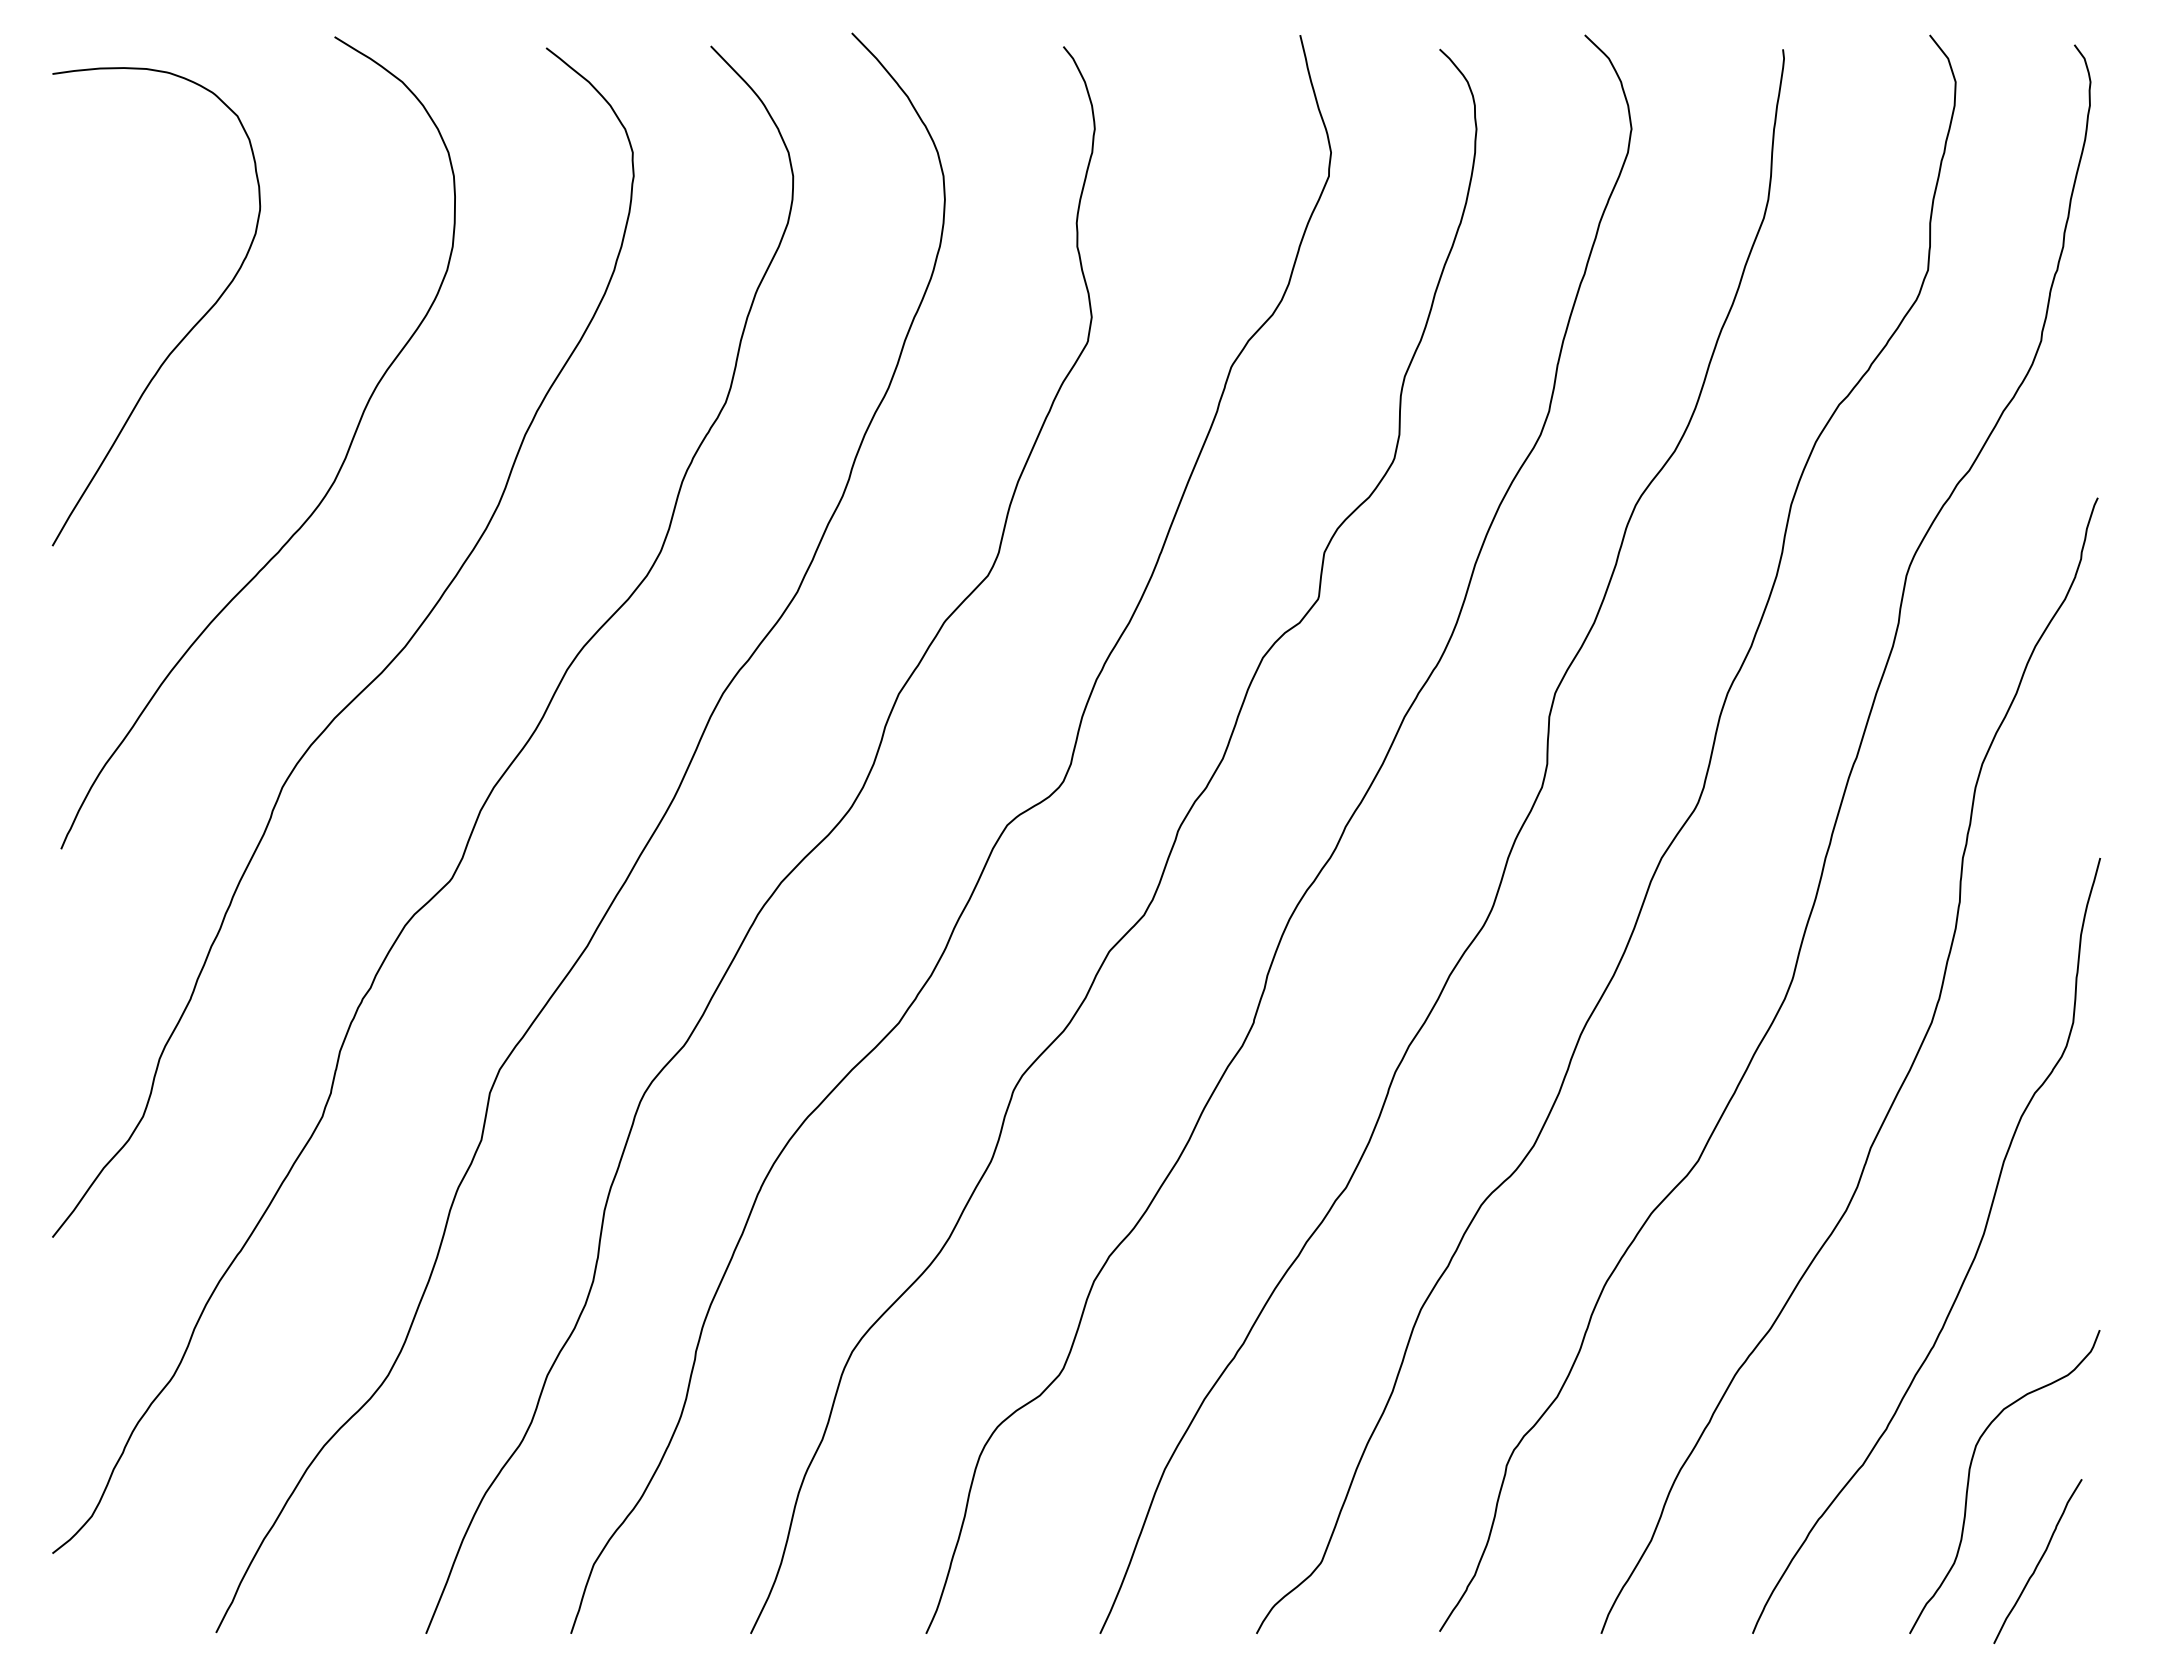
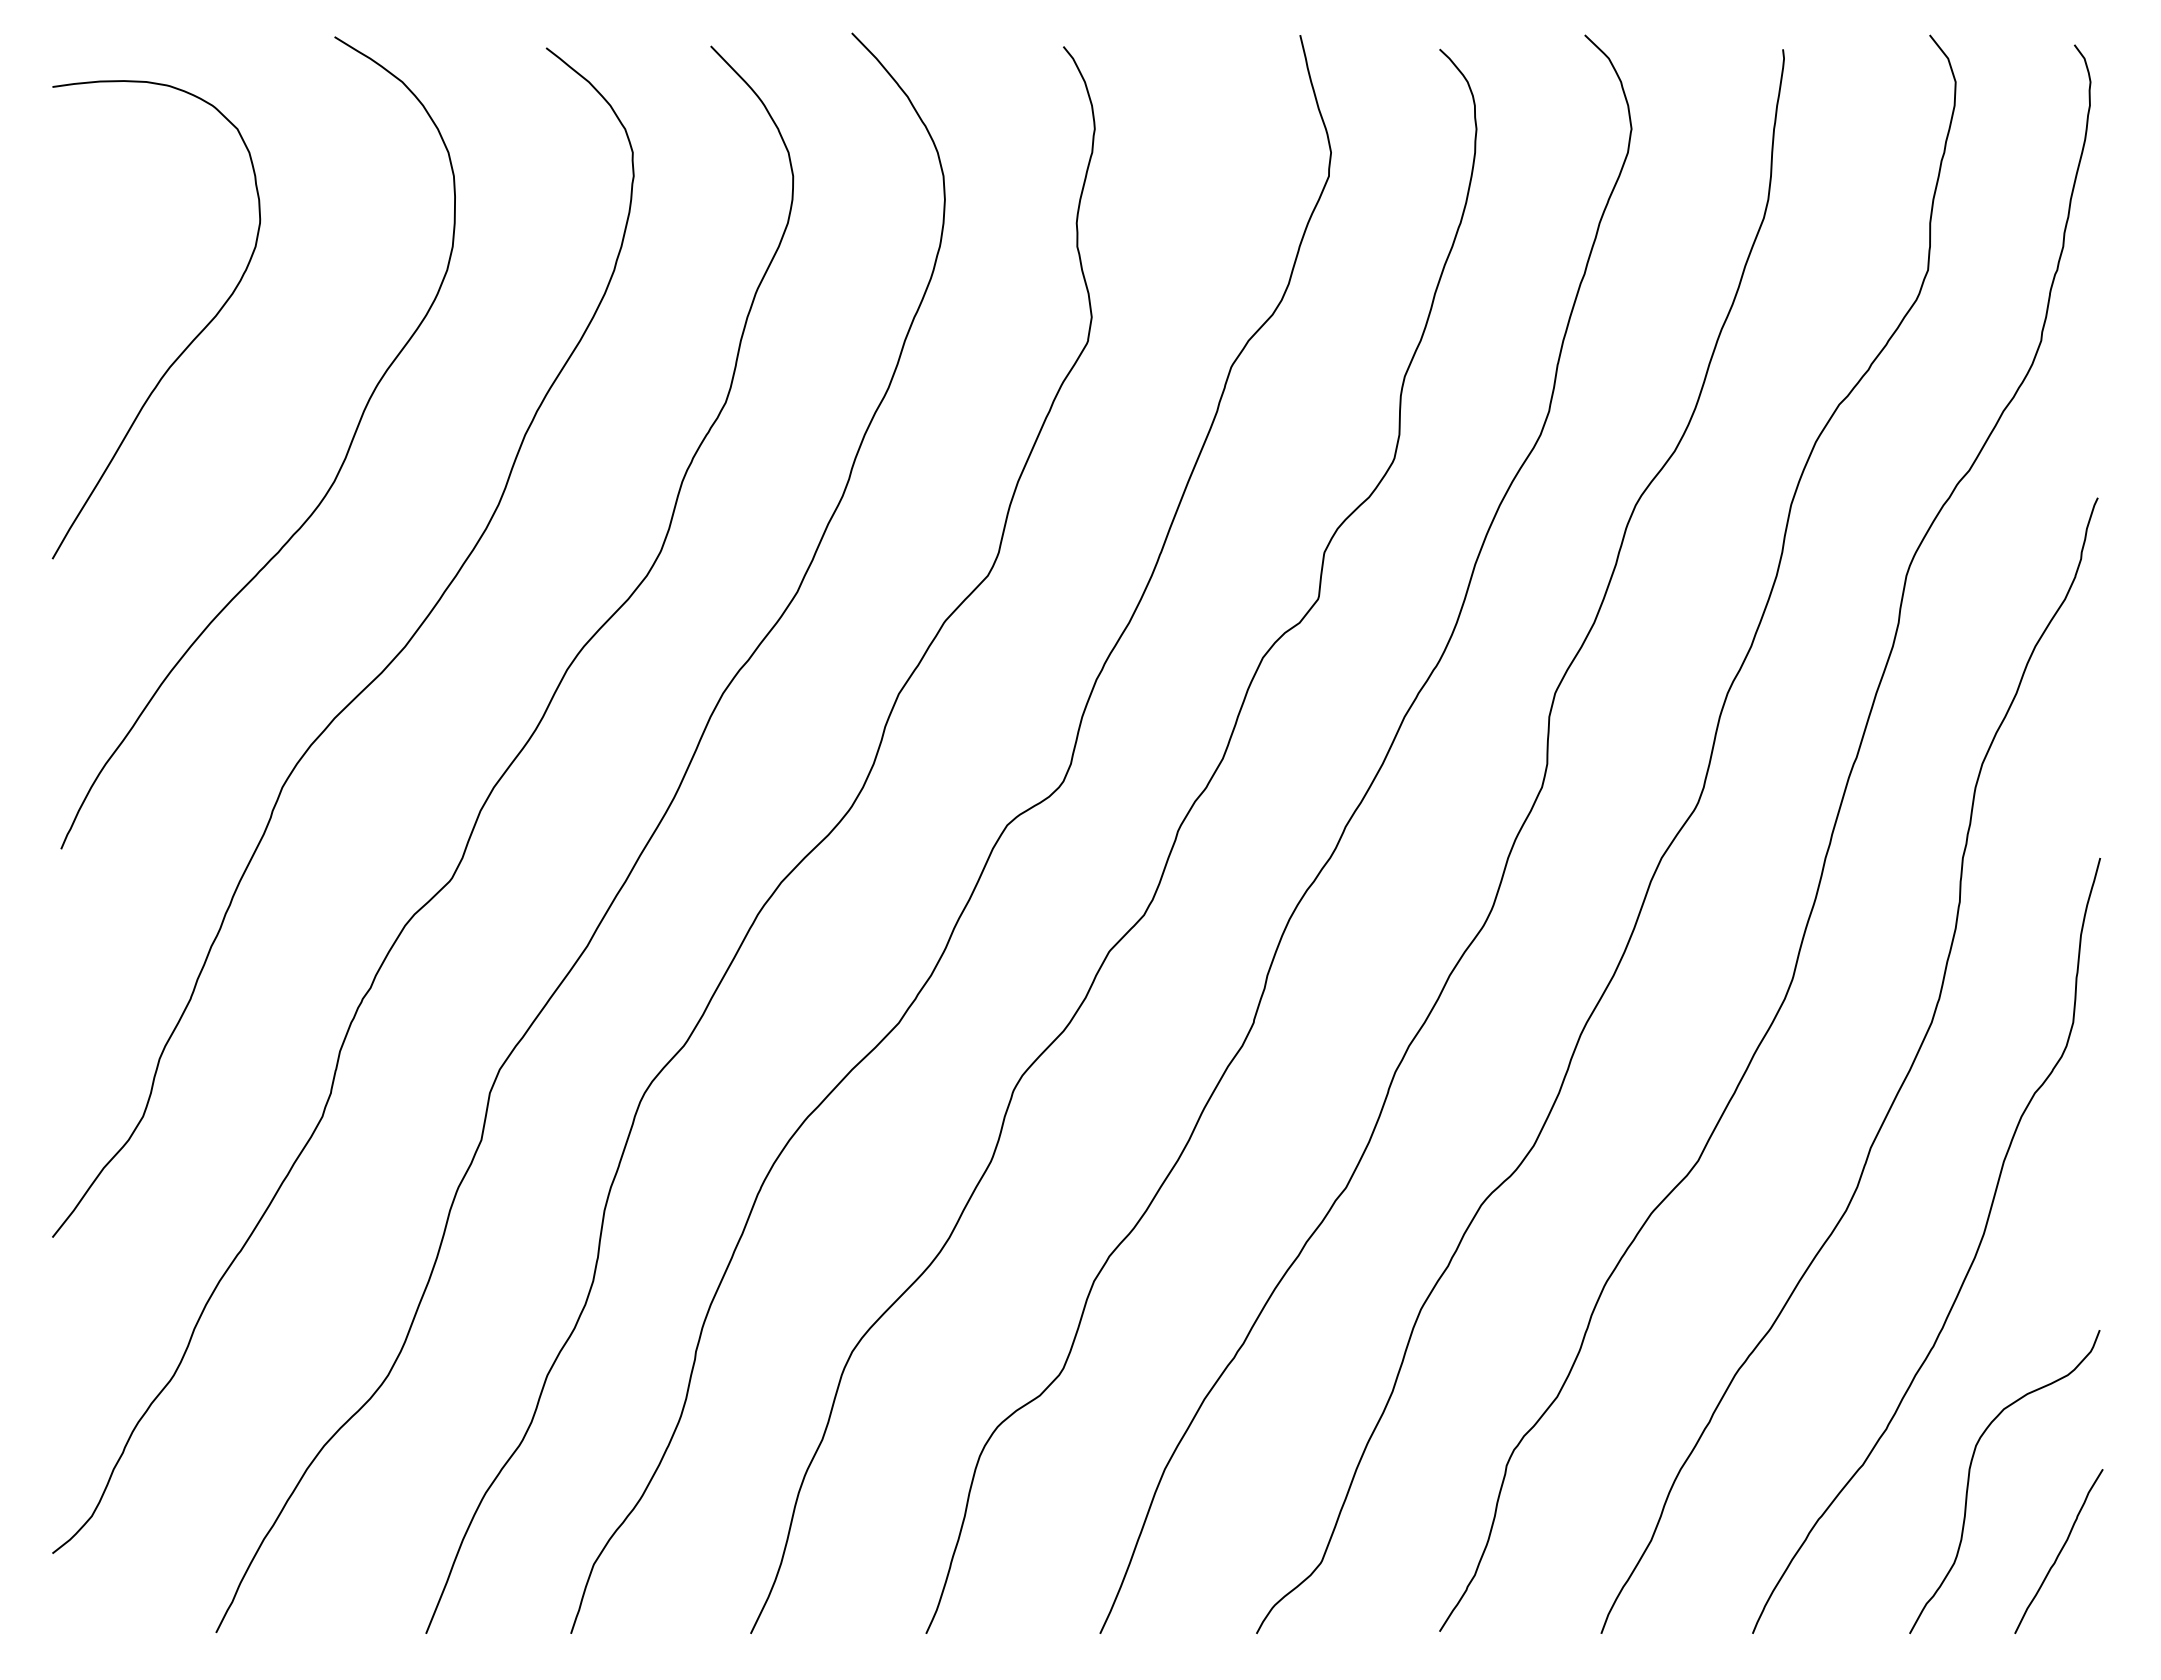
curve at (186, 333) position: (186, 333) -> (186, 346)
curve at (2038, 1561) position: (2038, 1561) -> (2059, 1551)
